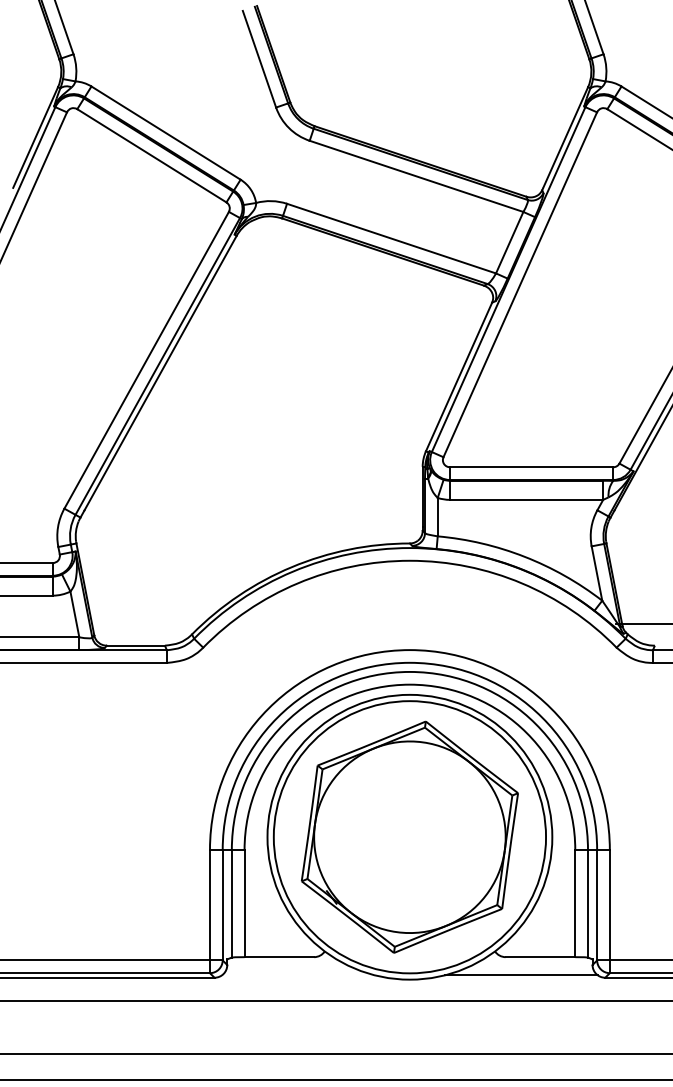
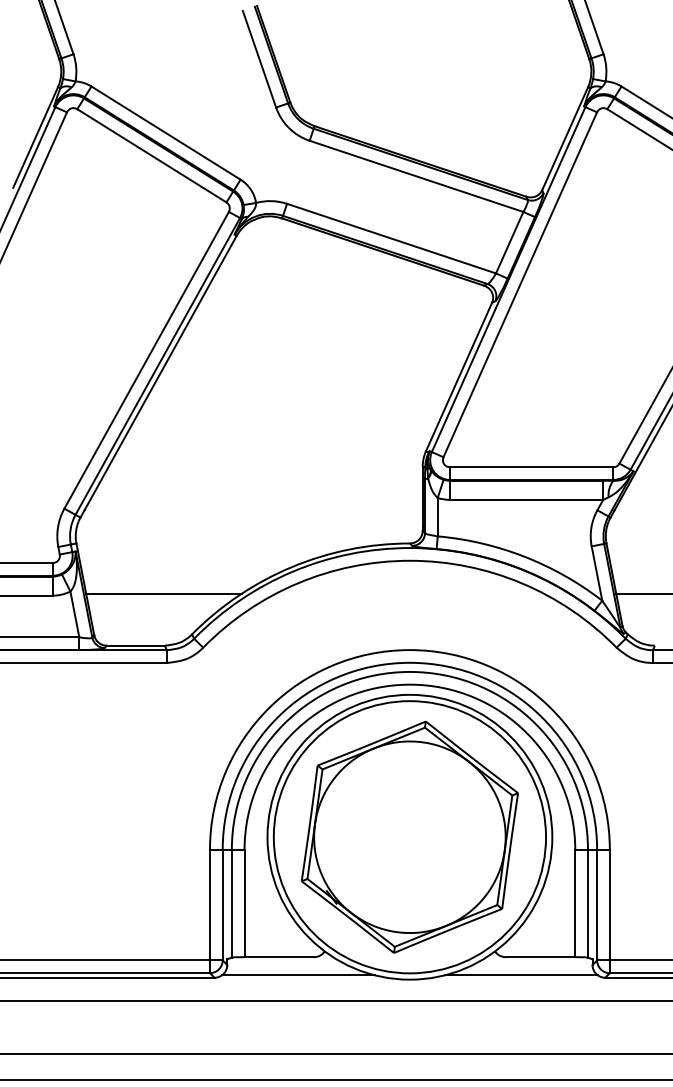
line at (164, 593): none -> present
line at (642, 623) position: (642, 623) -> (642, 593)
line at (298, 975): none -> present
